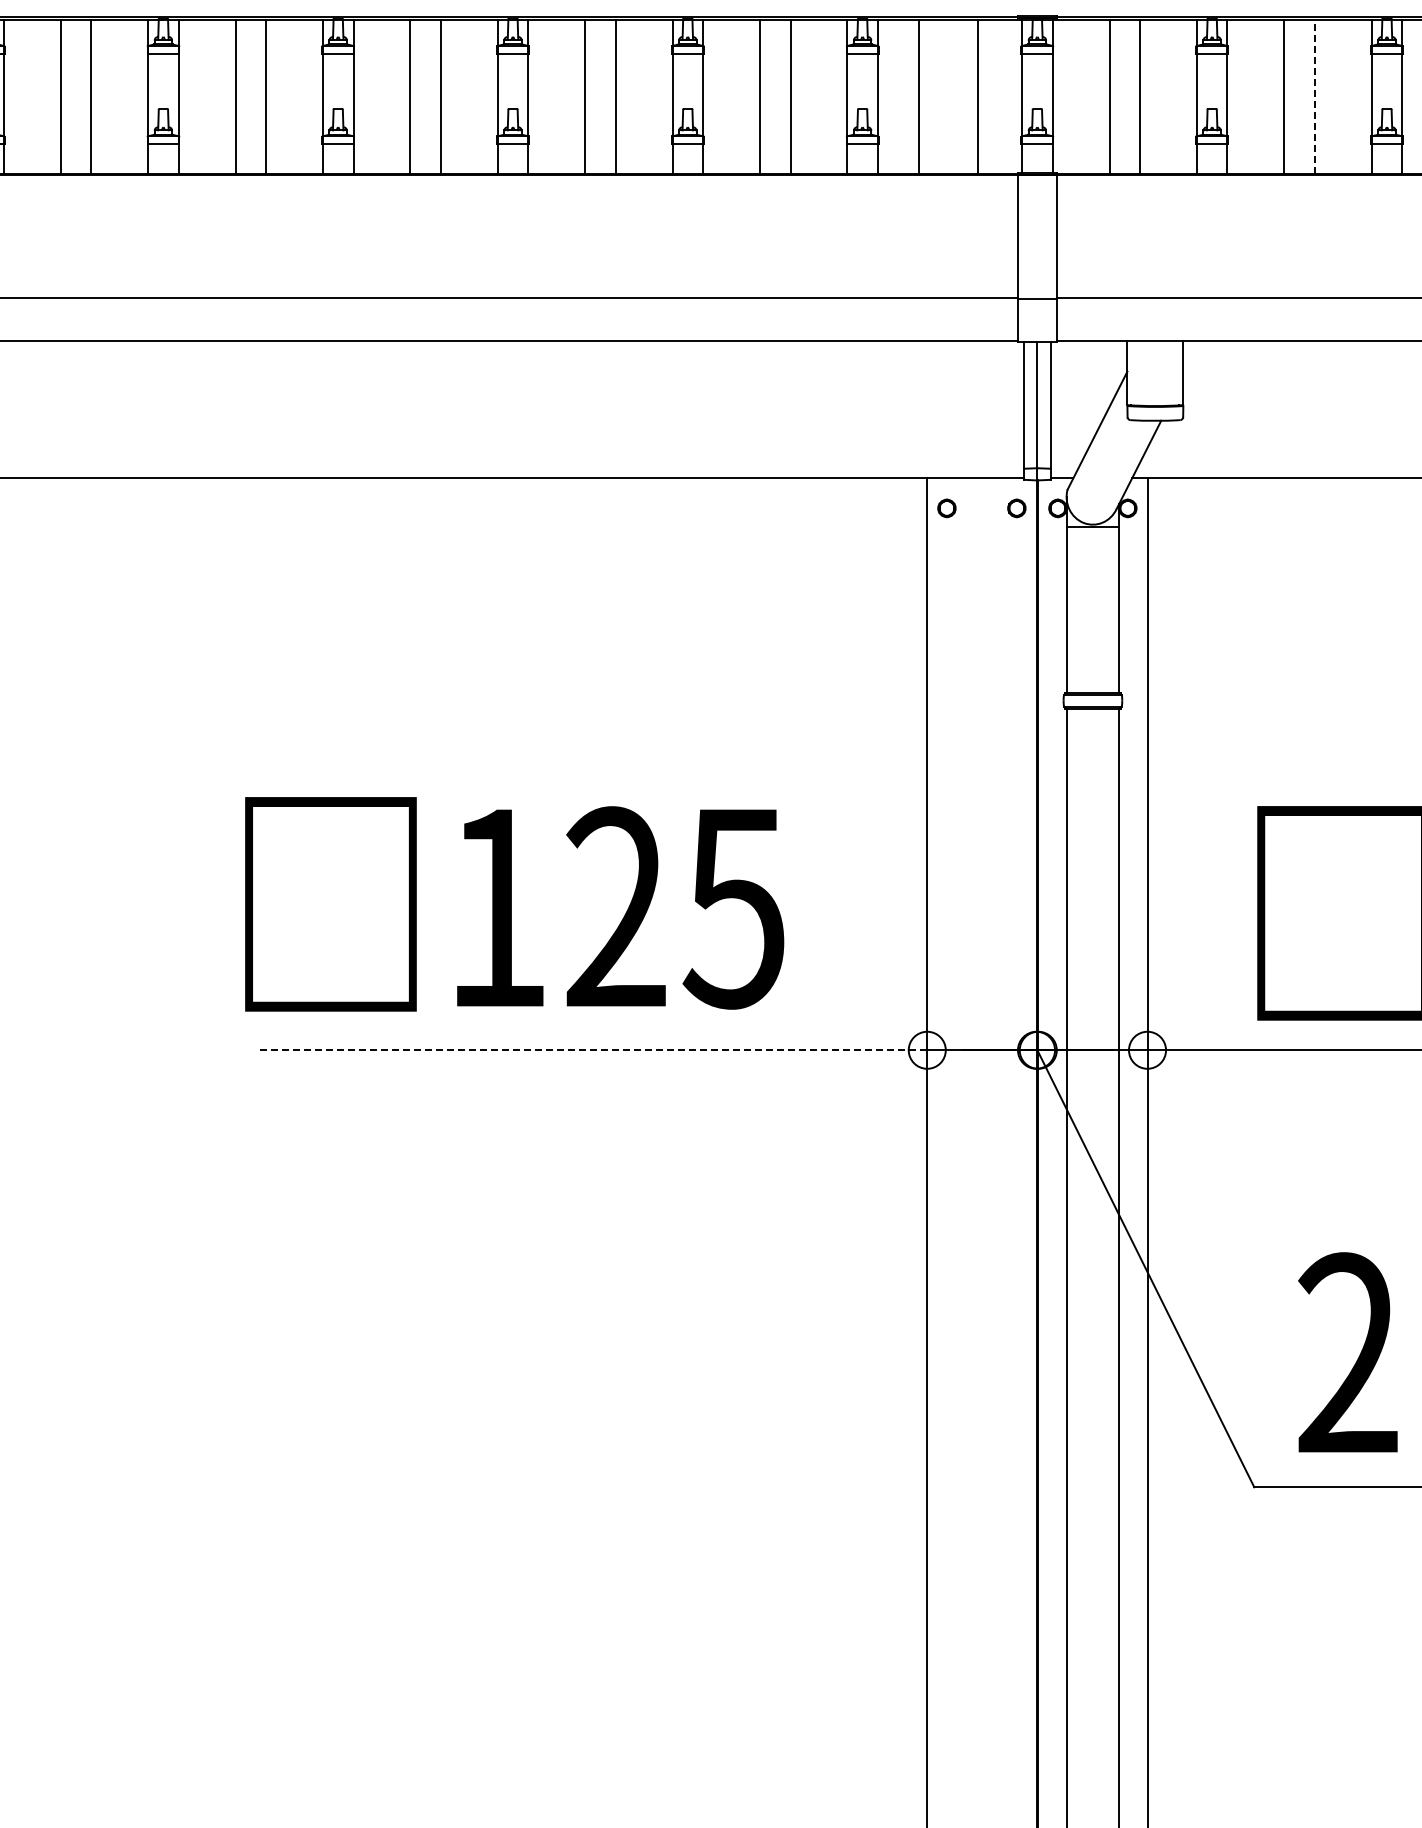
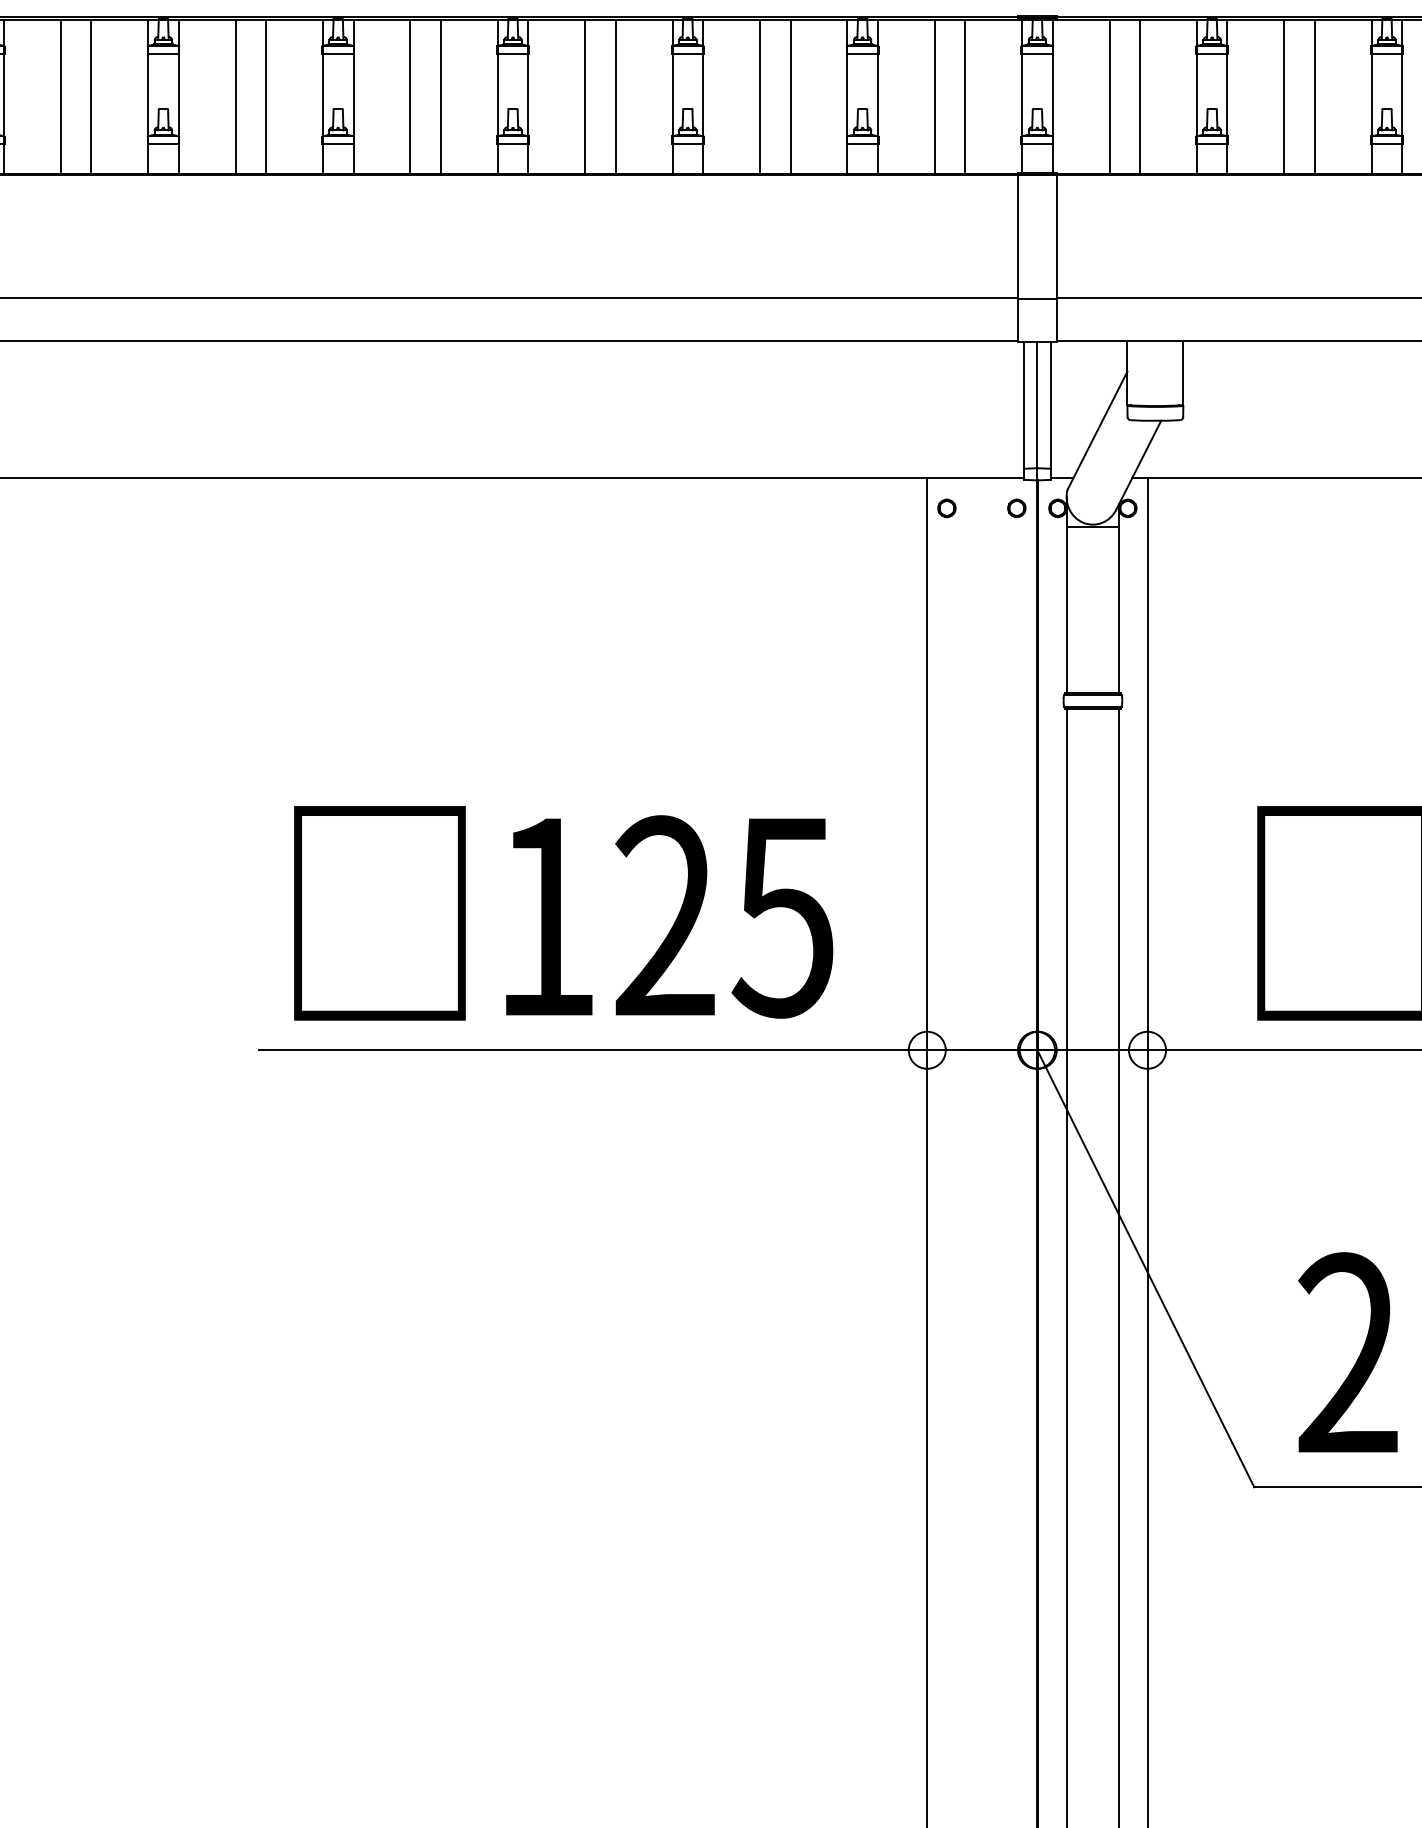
line at (918, 96) position: (918, 96) -> (934, 96)
line at (978, 96) position: (978, 96) -> (965, 96)
line at (1314, 96): dashed -> solid
text at (514, 904) position: (514, 904) -> (563, 913)
line at (592, 1050): dashed -> solid
